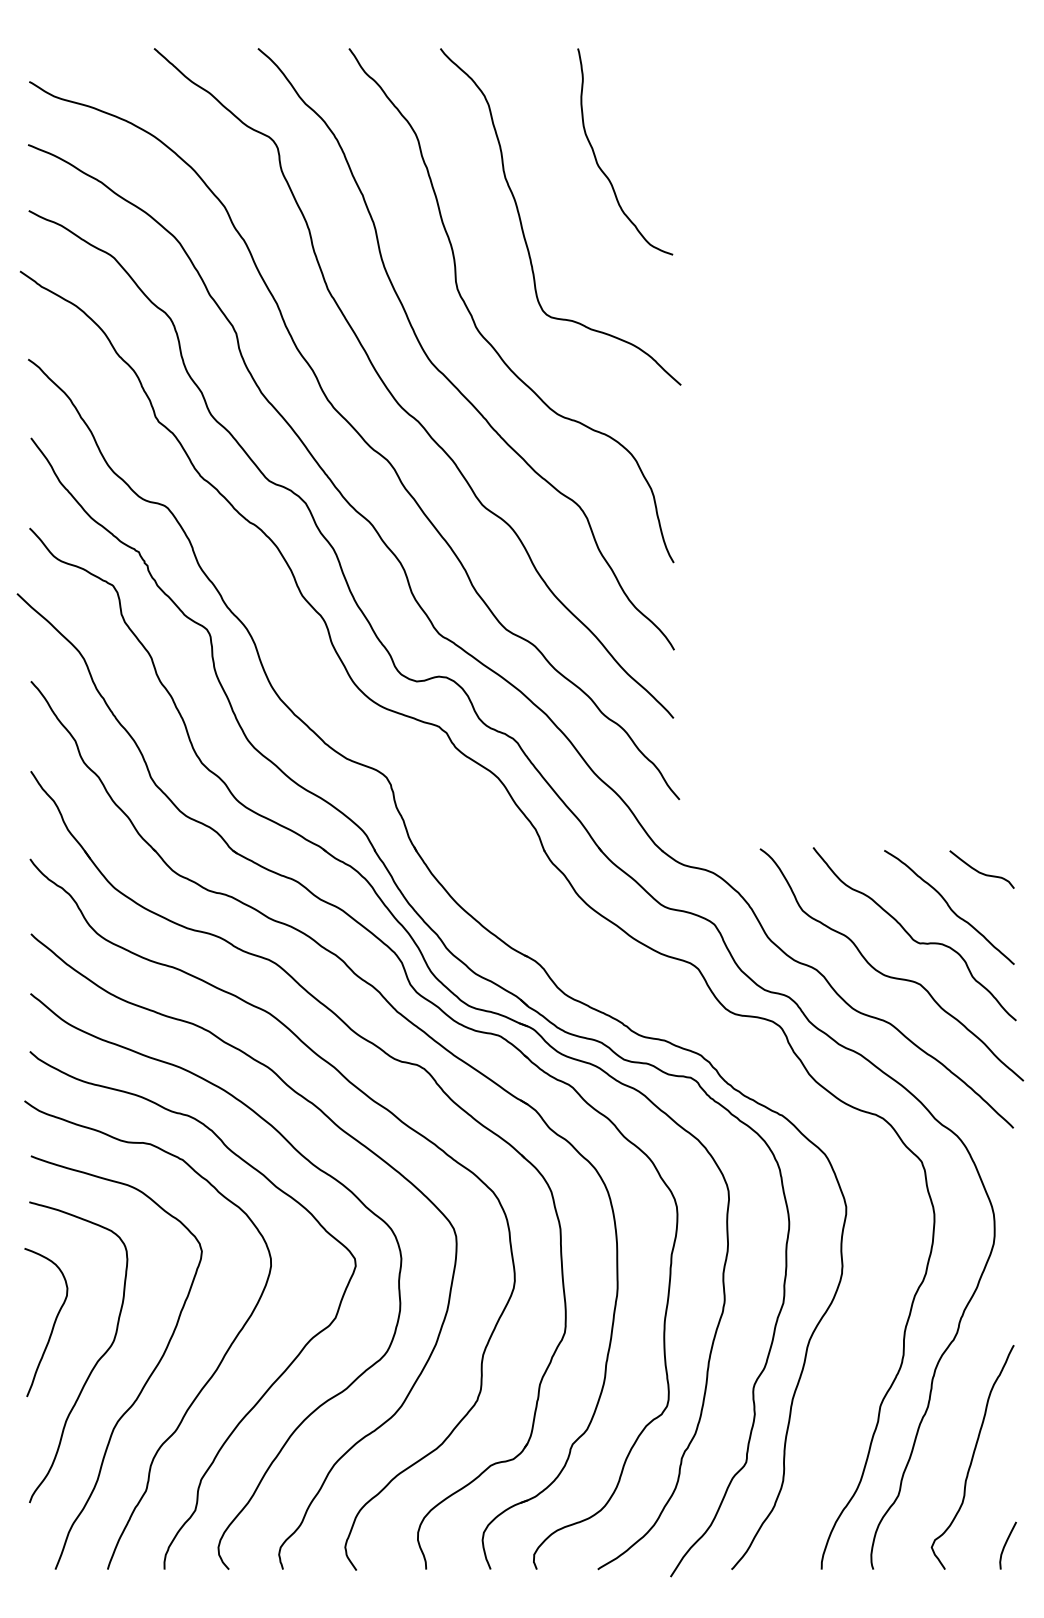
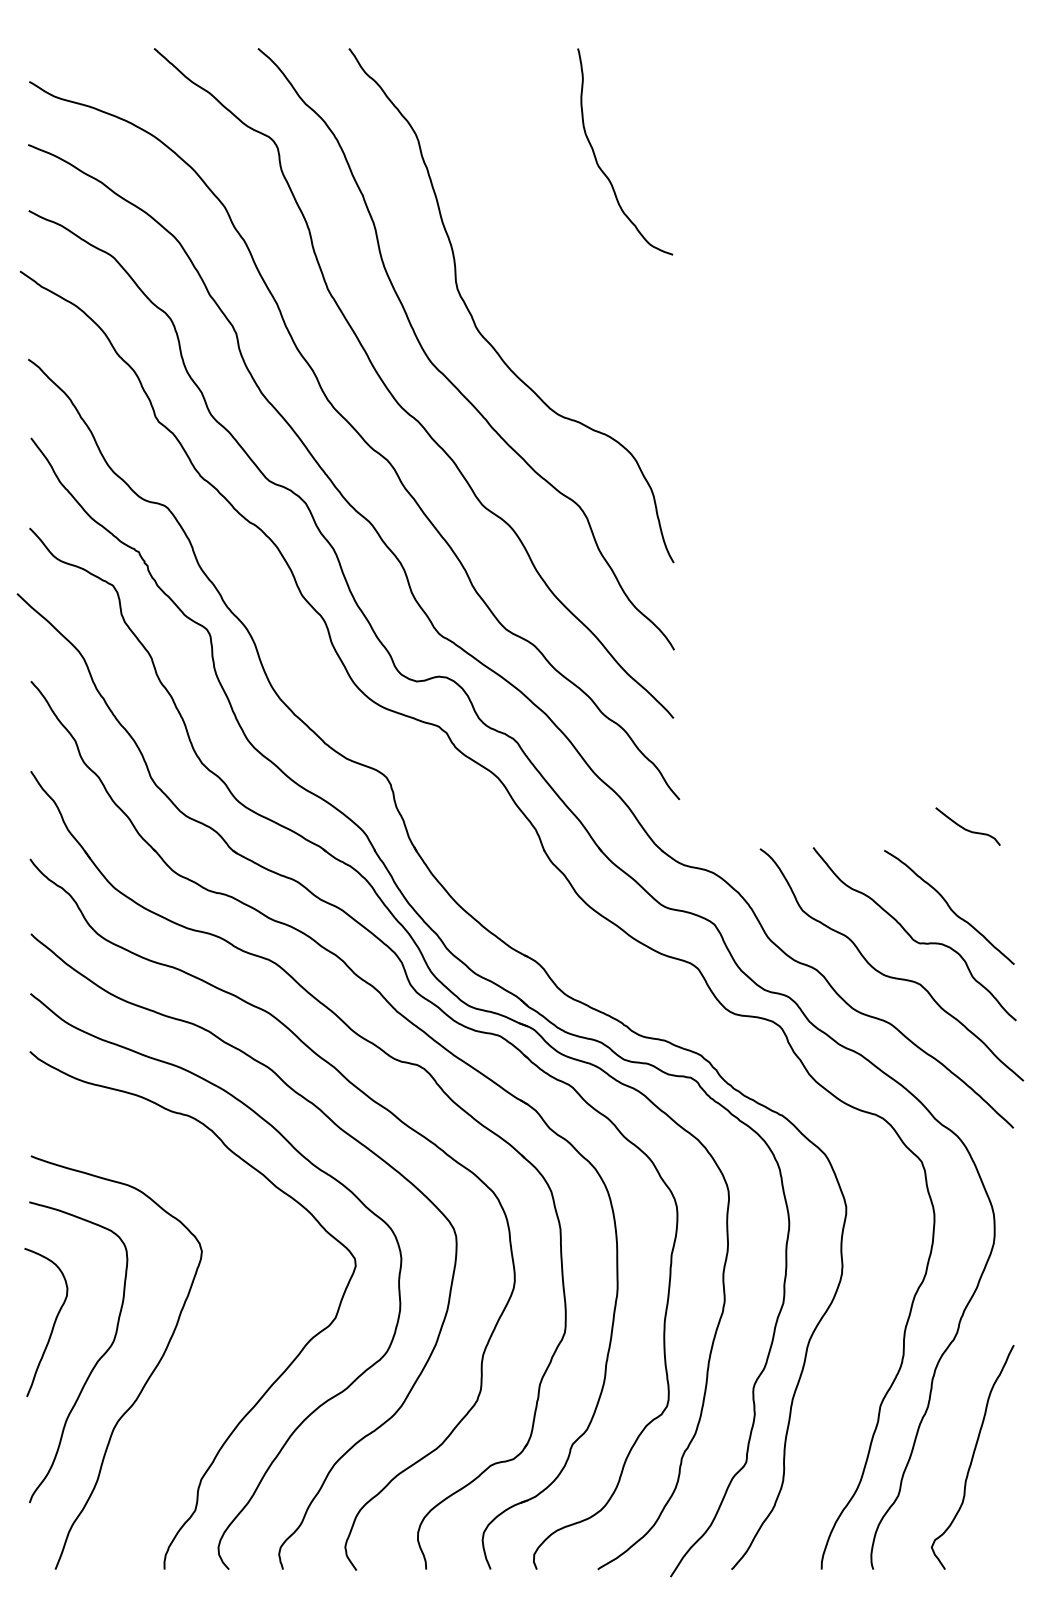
curve at (522, 224): present -> none
curve at (979, 871) position: (979, 871) -> (965, 828)
curve at (206, 1381): present -> none
curve at (1006, 1544): present -> none
